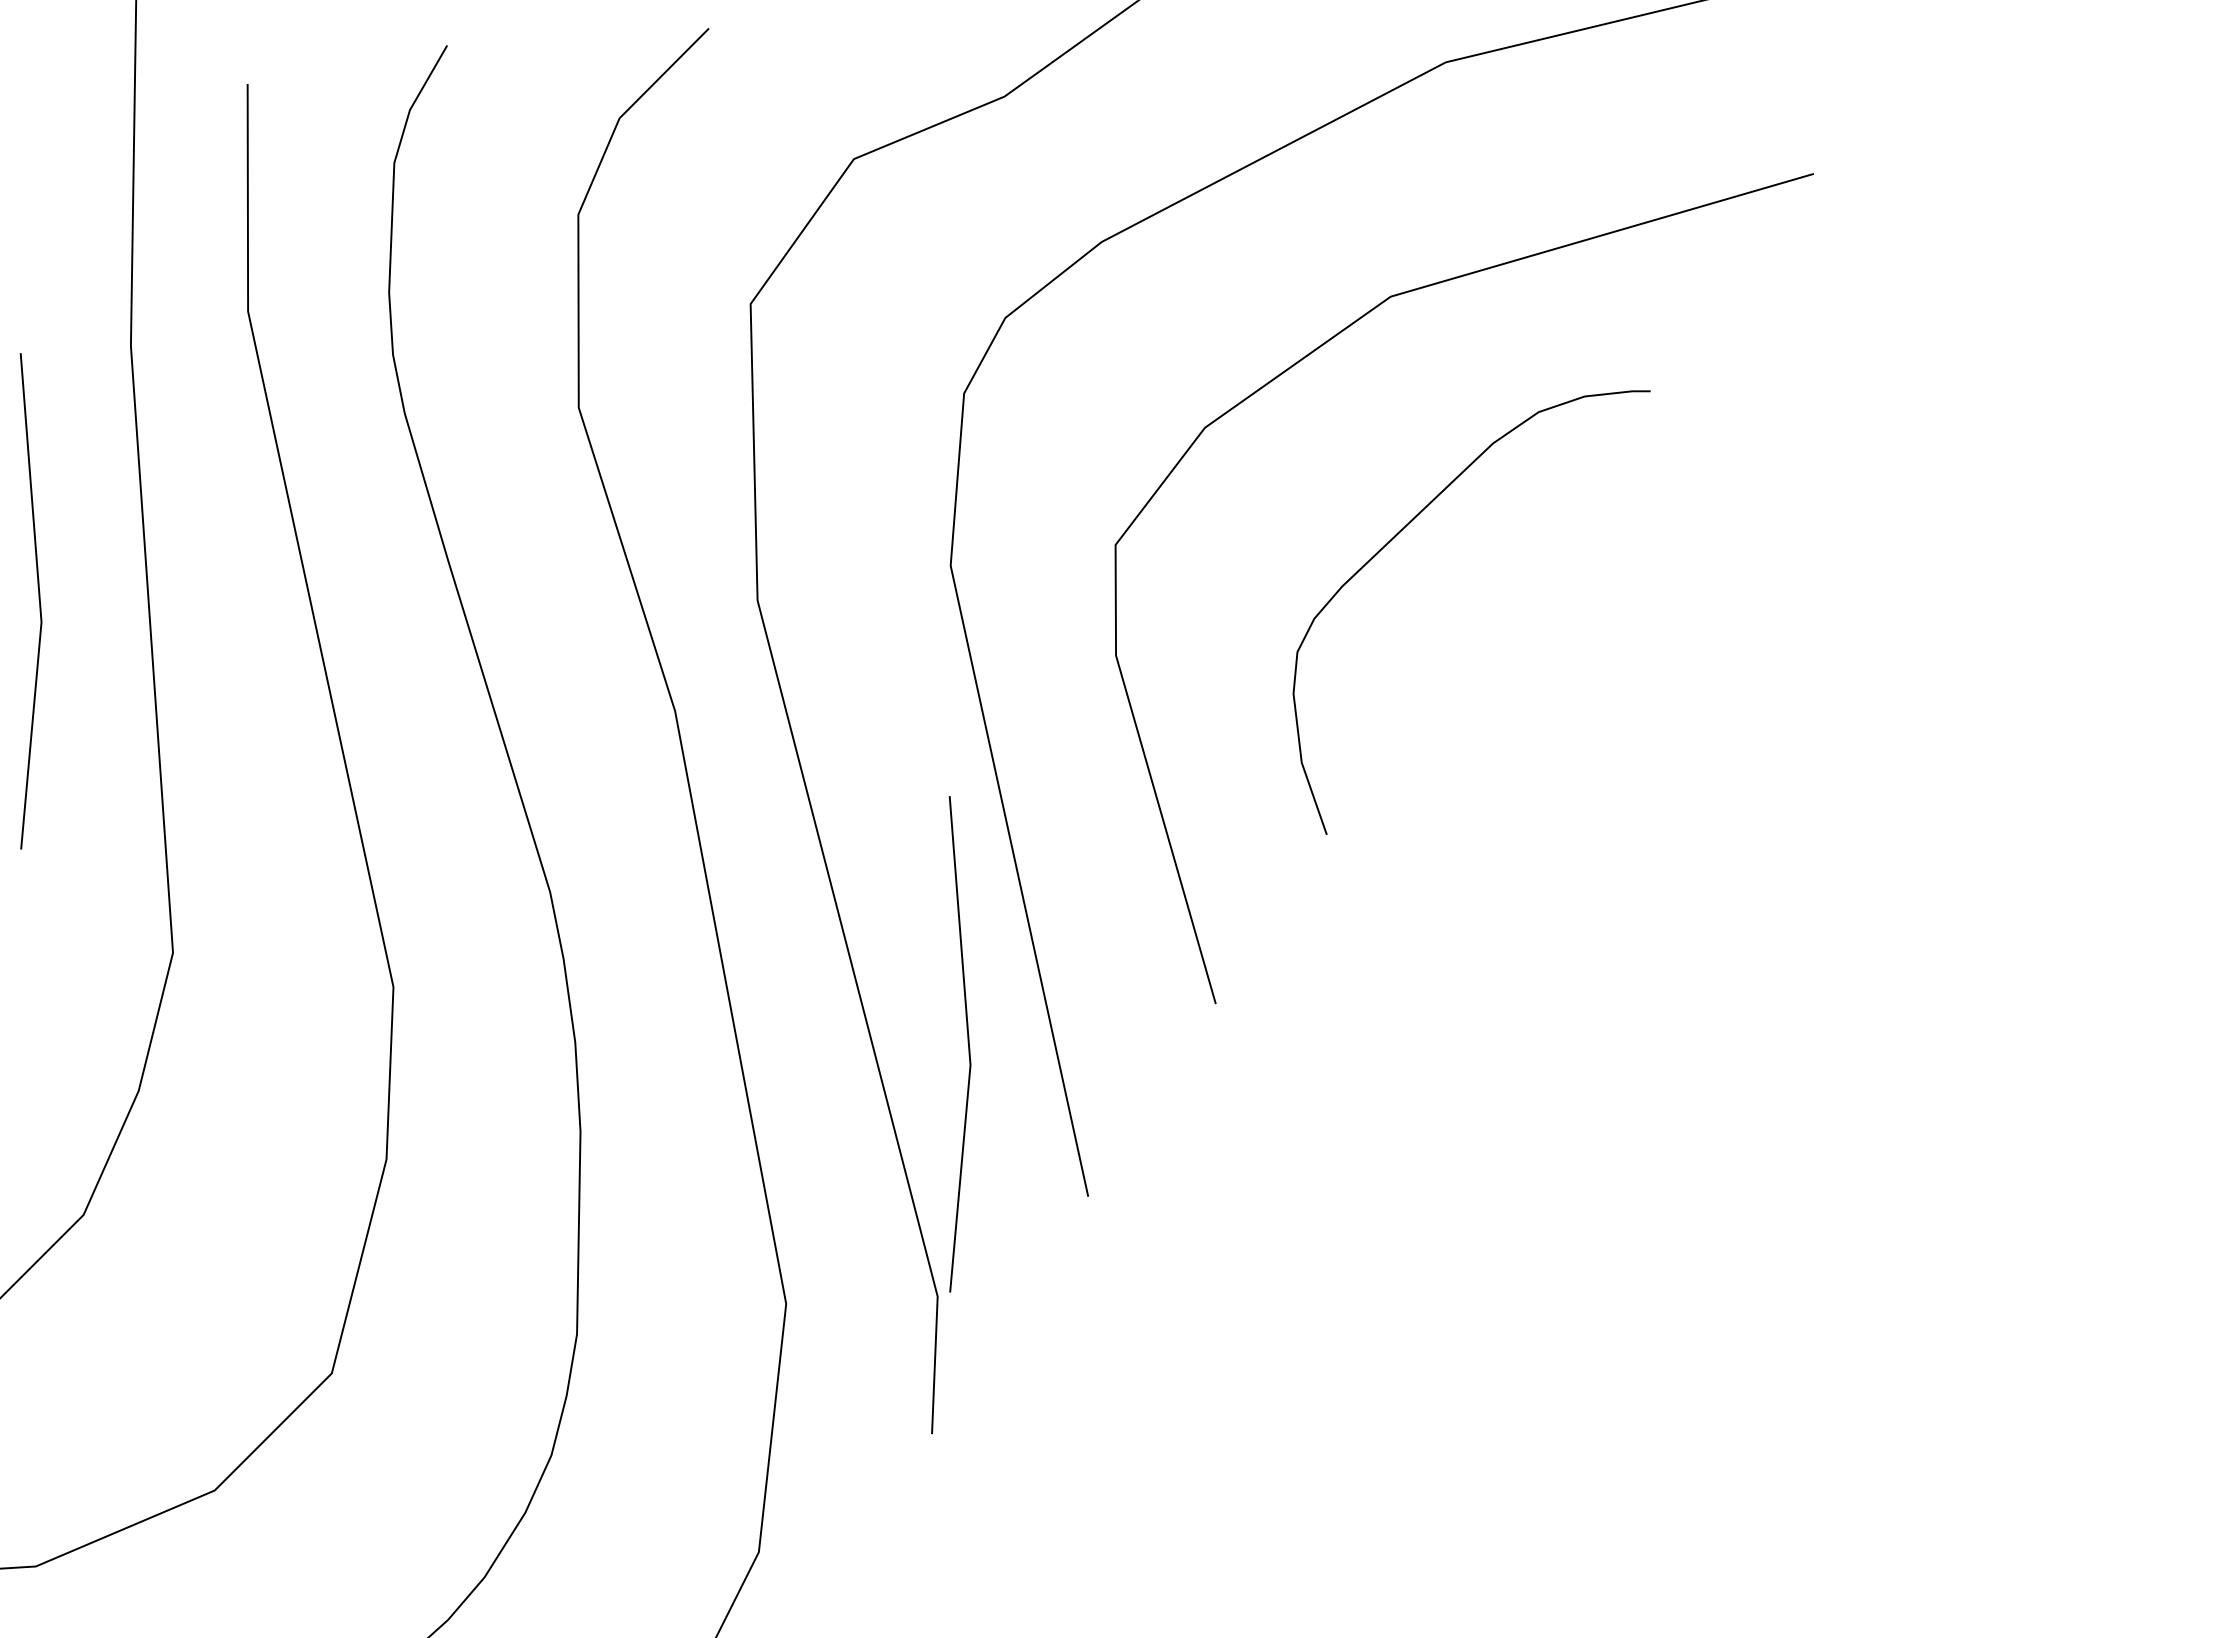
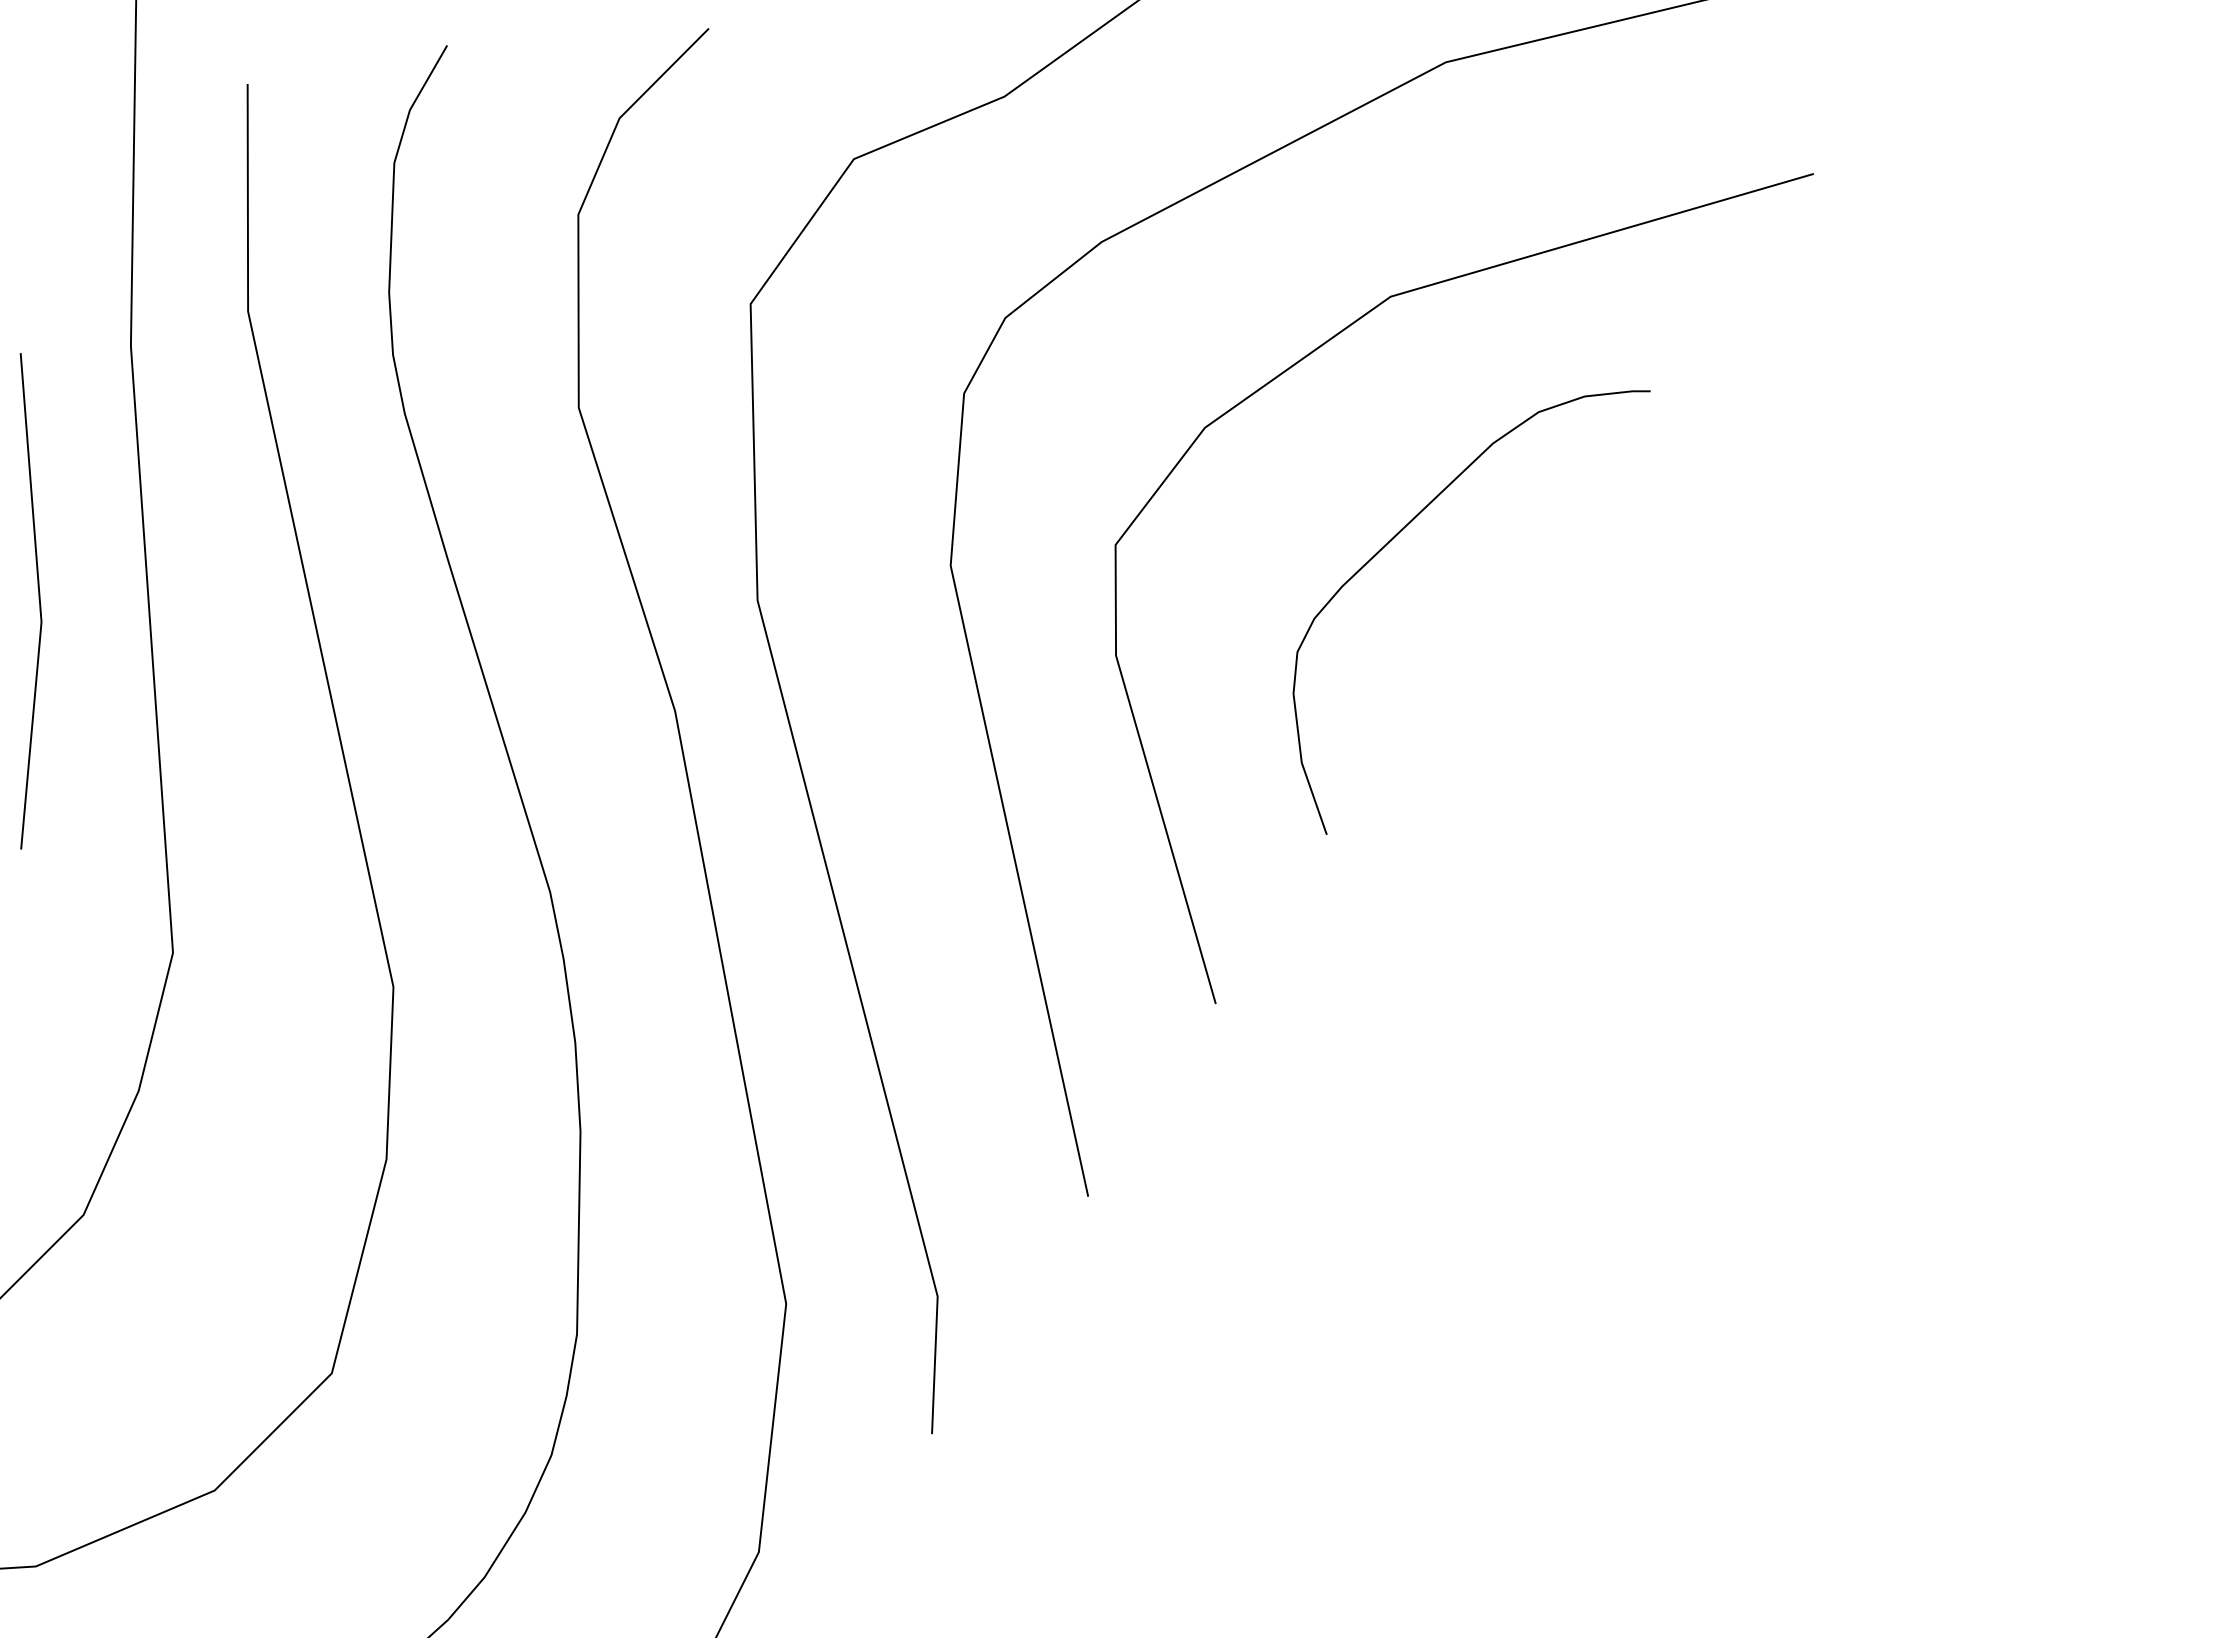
line at (967, 1042): present -> none
